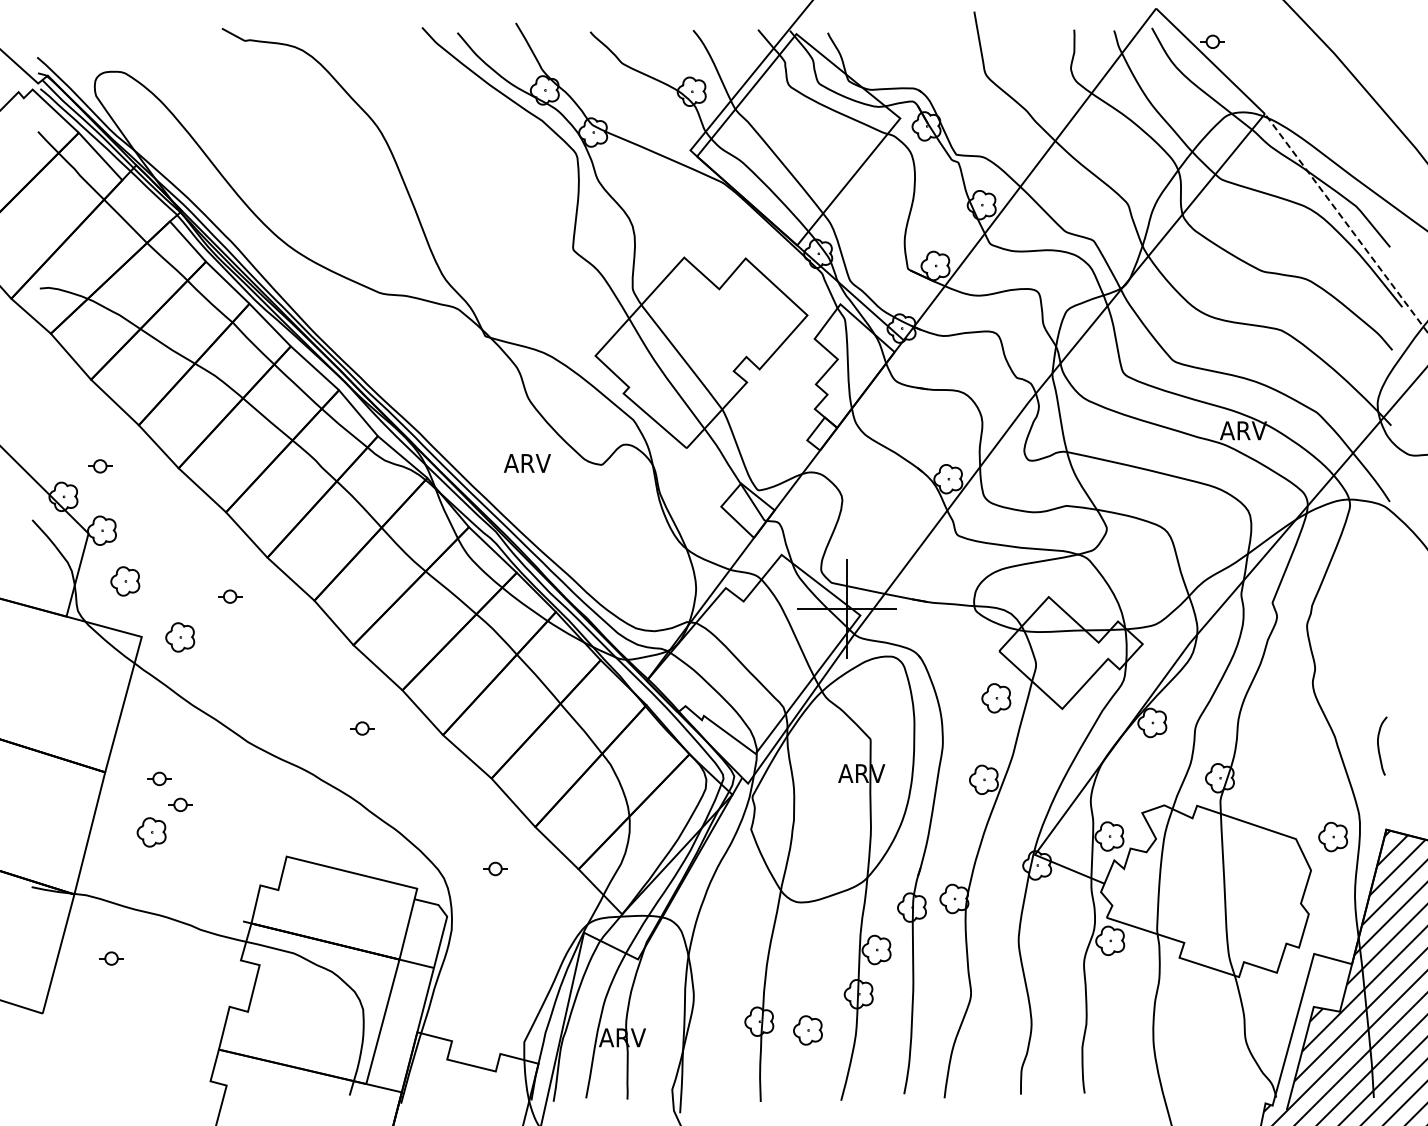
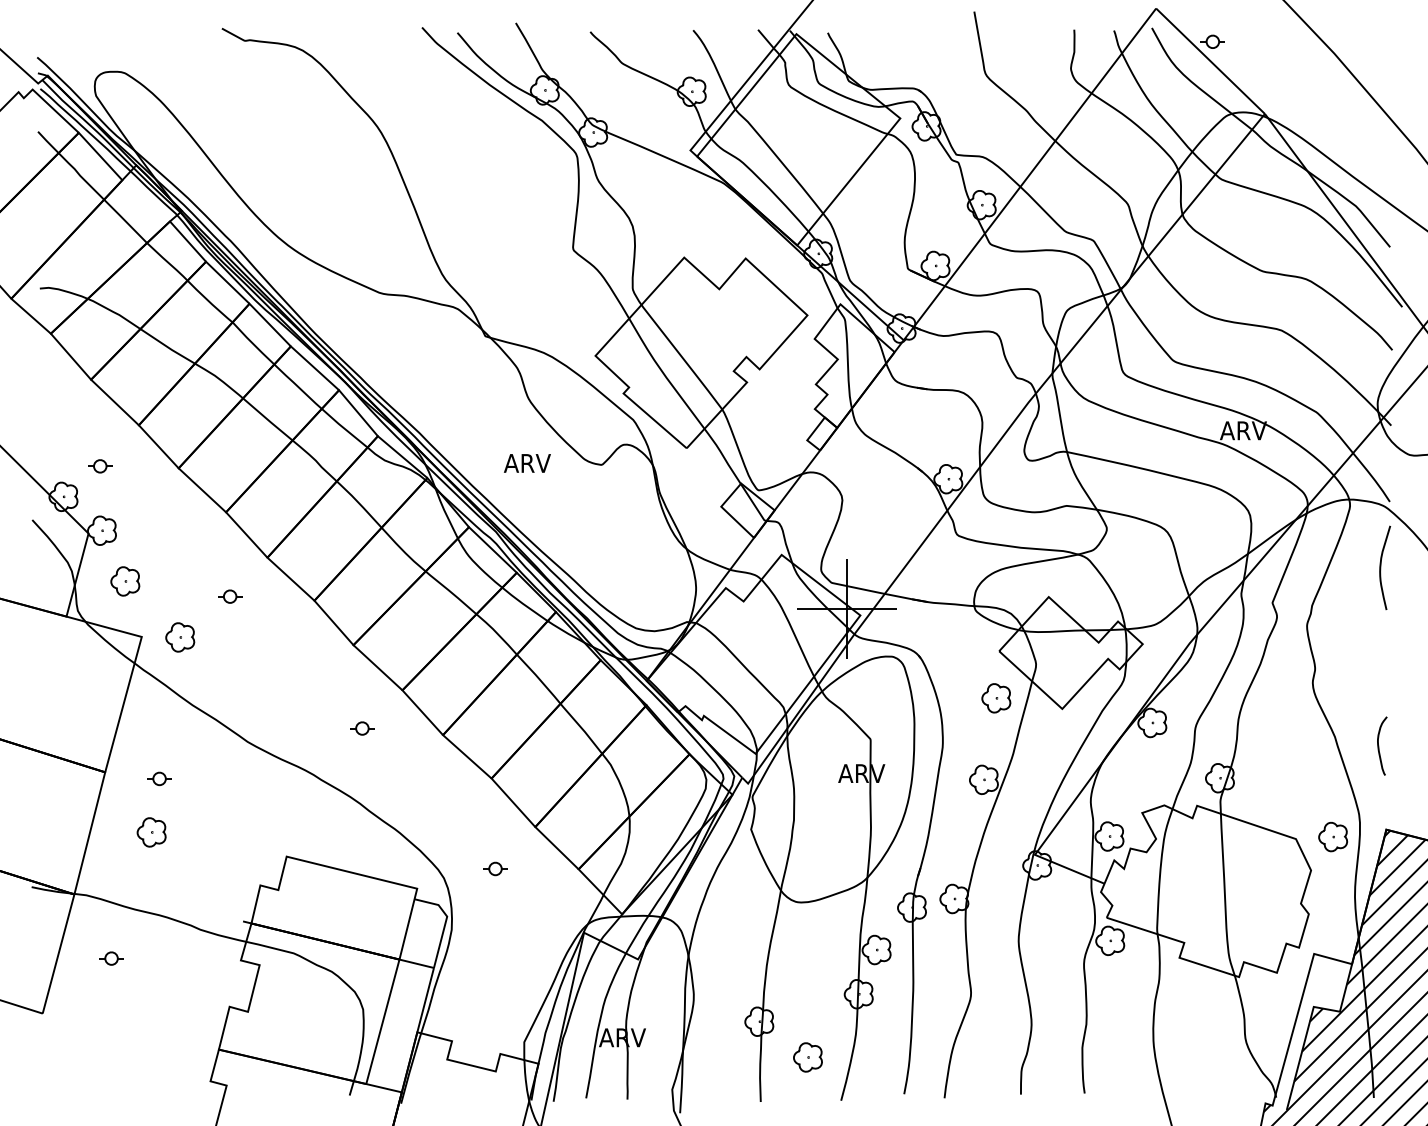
line at (1346, 222): dashed -> solid
curve at (1381, 567): none -> present
part at (180, 804): present -> none
part at (807, 1030) position: (807, 1030) -> (807, 1057)
